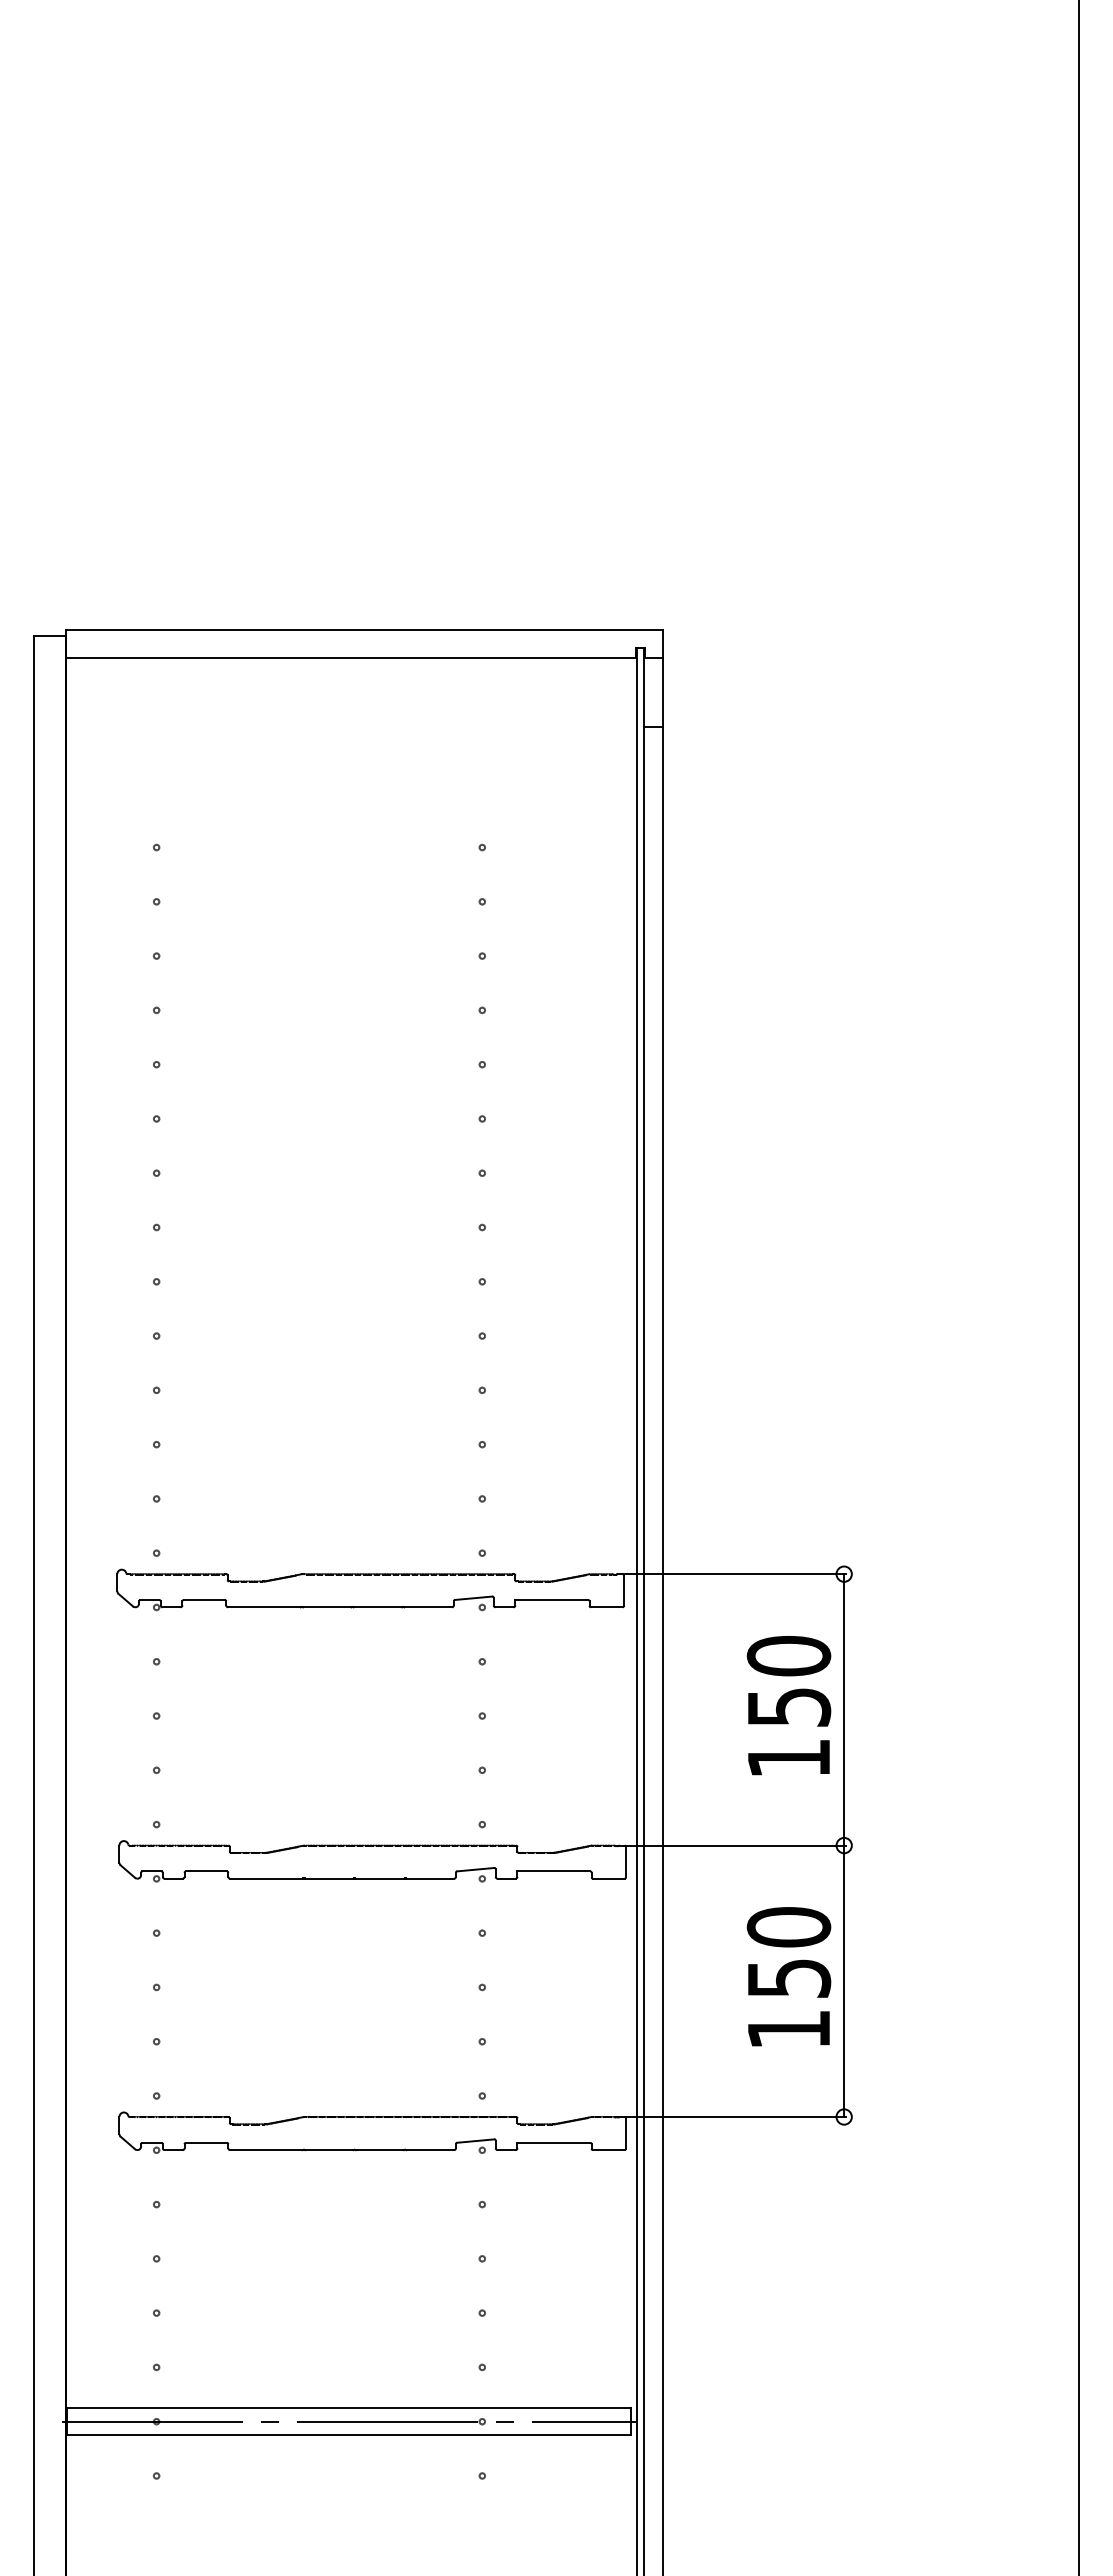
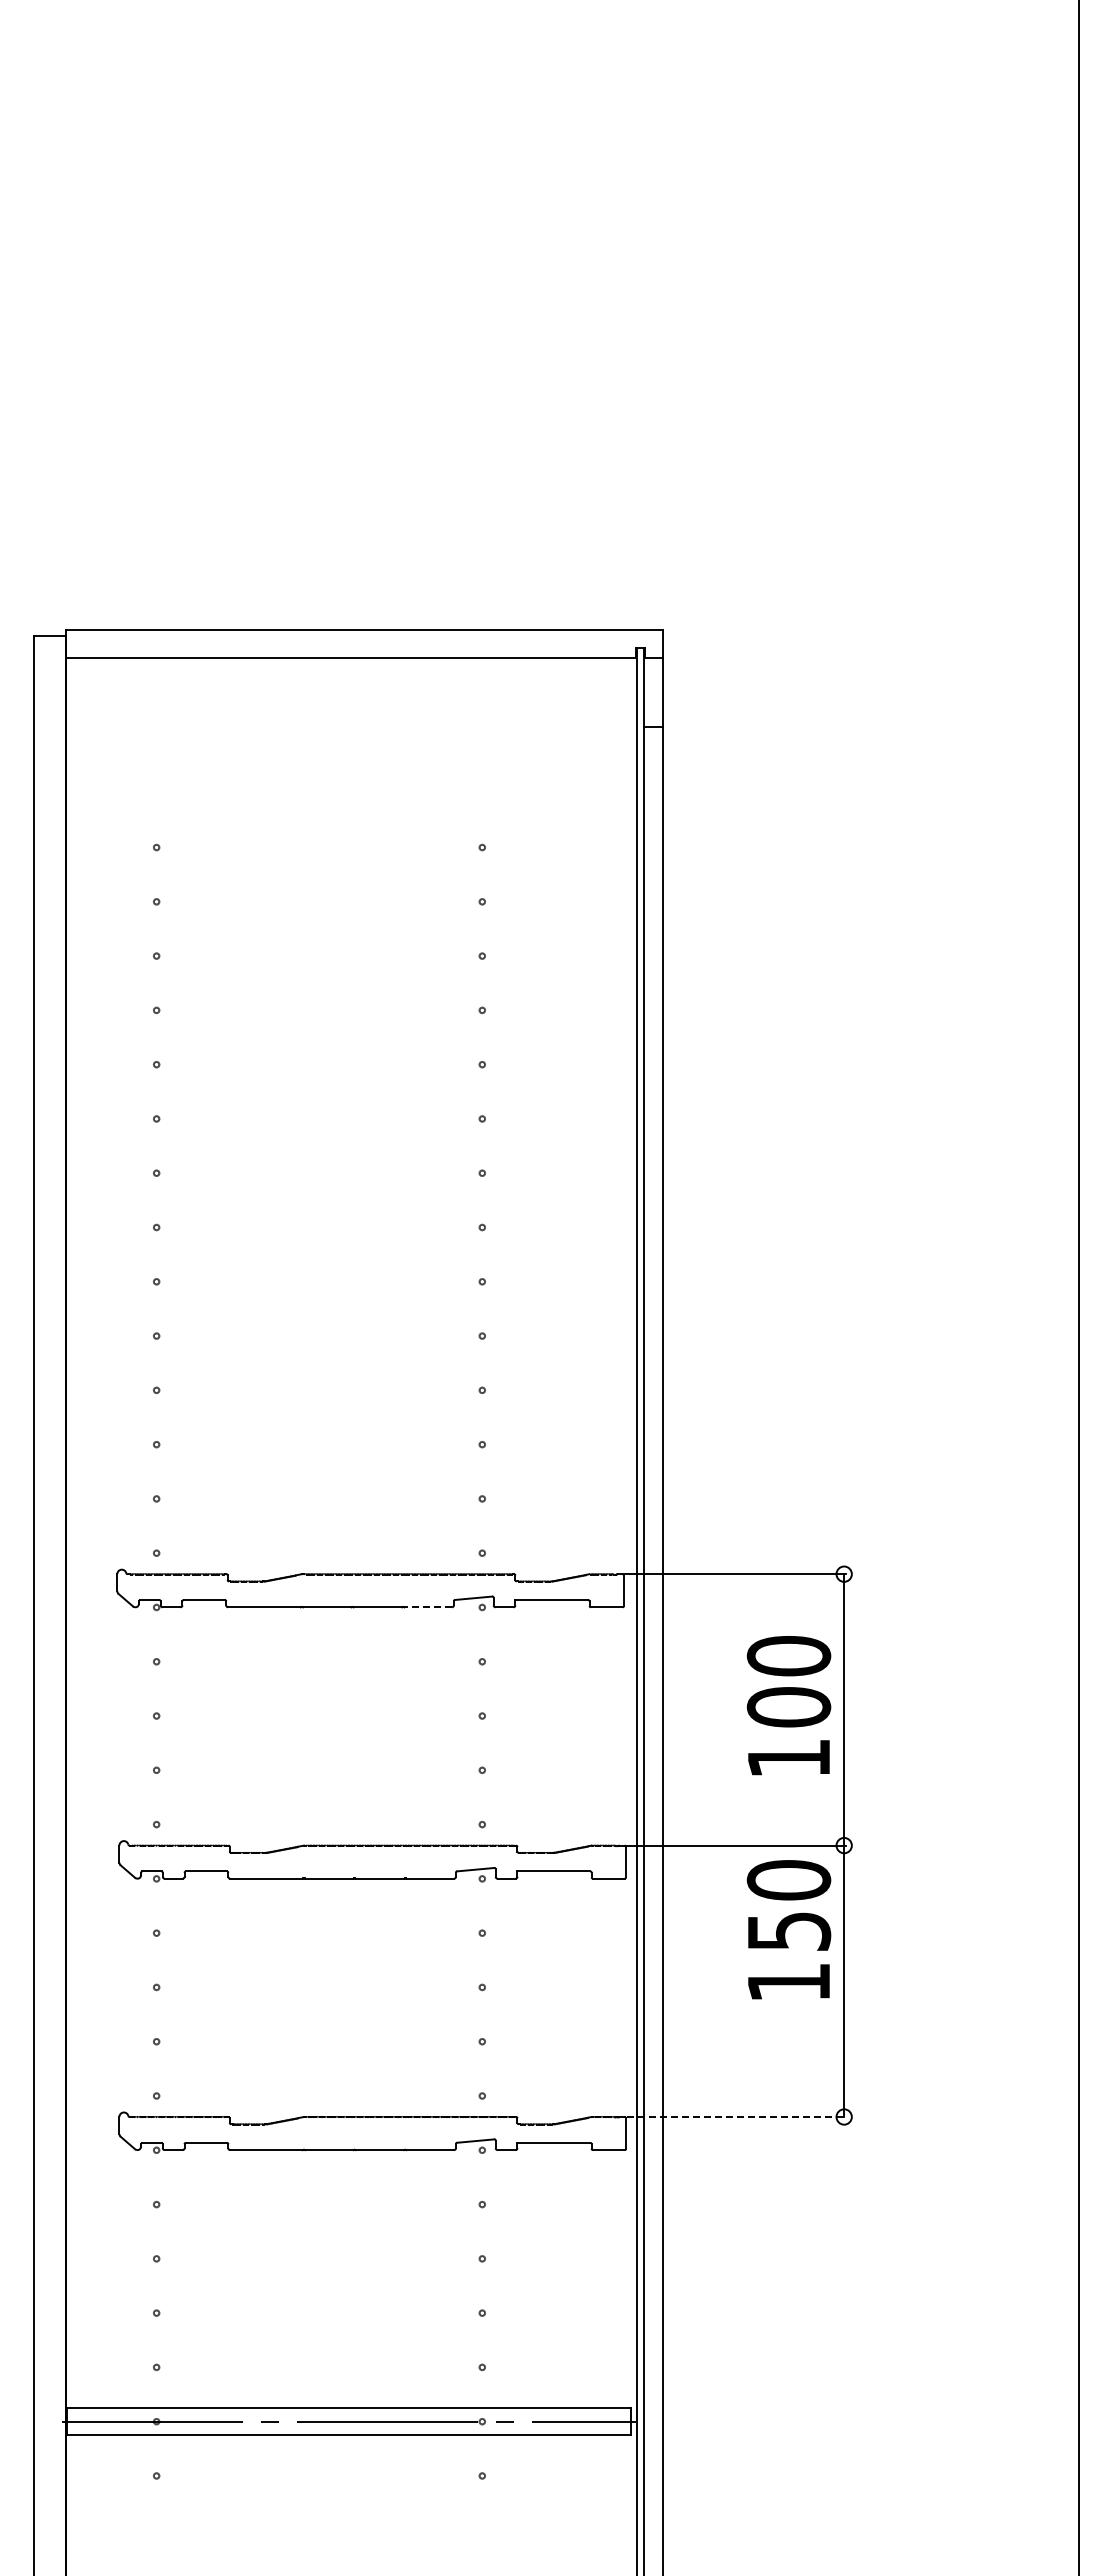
line at (428, 1607): solid -> dashed
text at (788, 1707): 150 -> 100
text at (788, 1976) position: (788, 1976) -> (788, 1929)
line at (736, 2117): solid -> dashed
